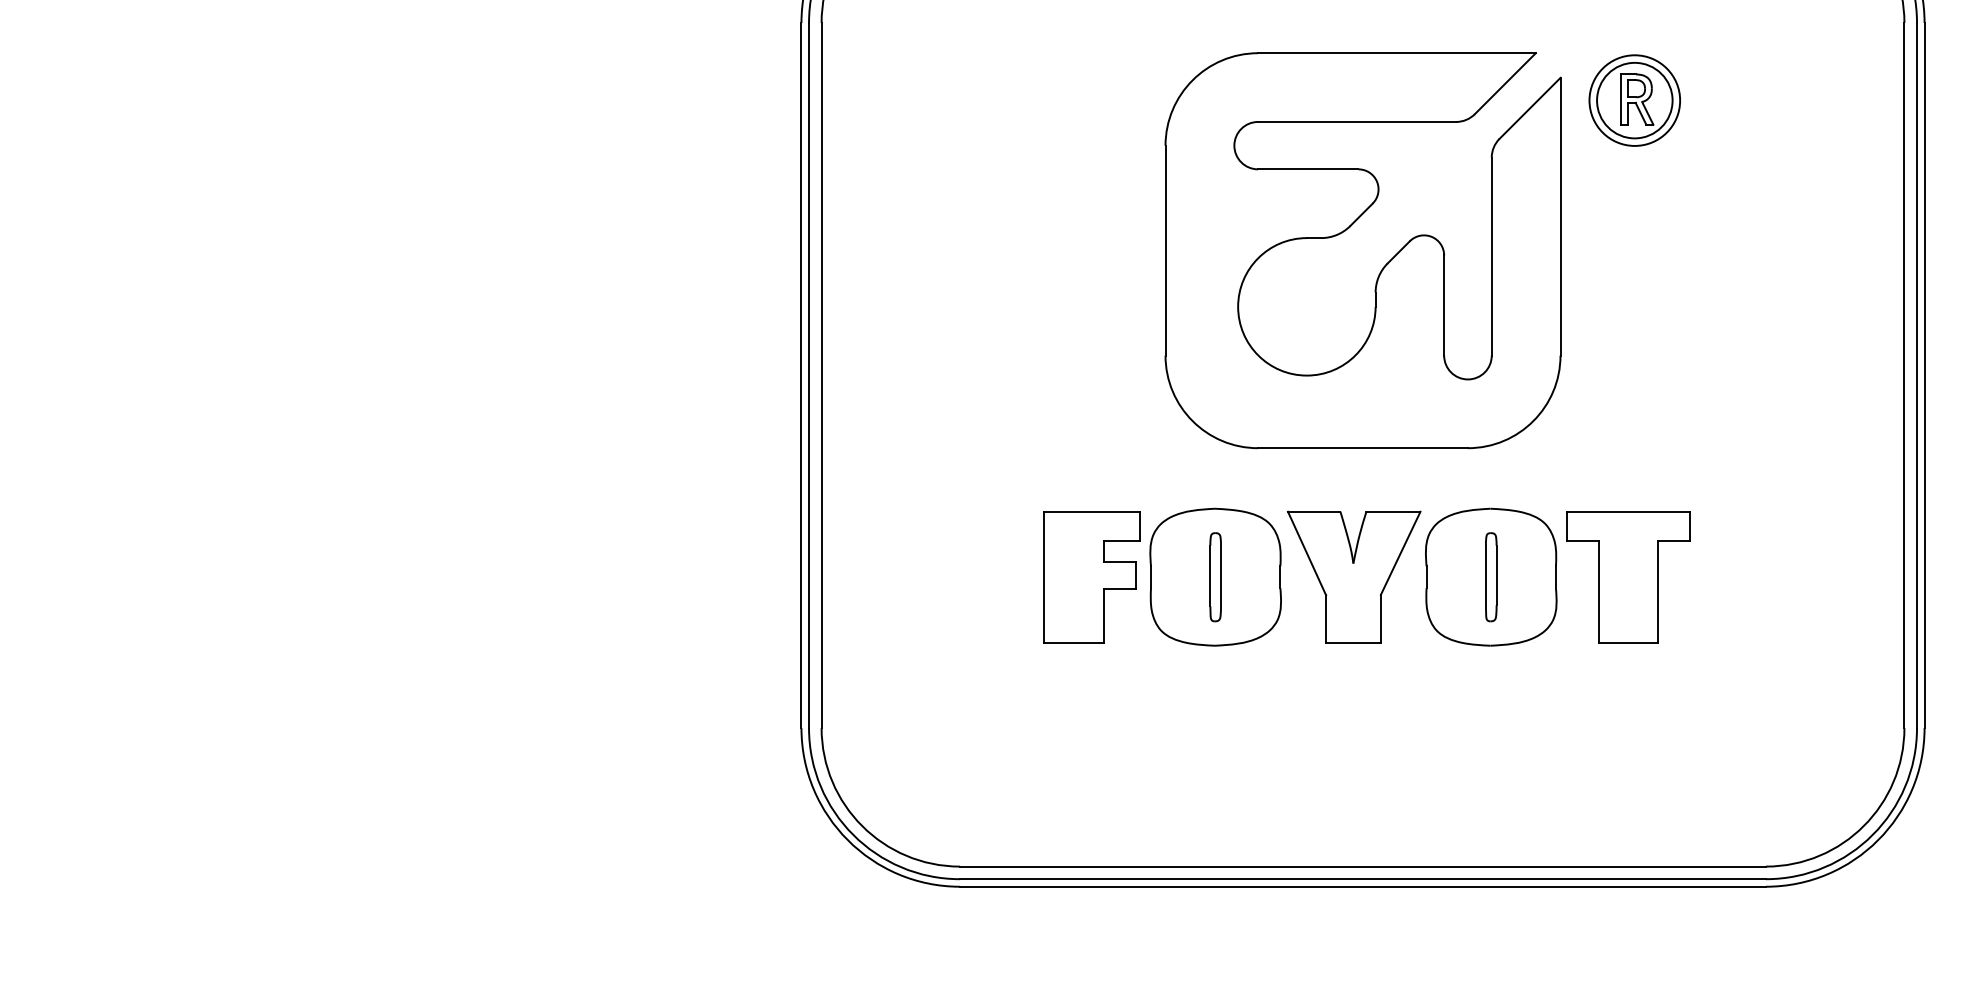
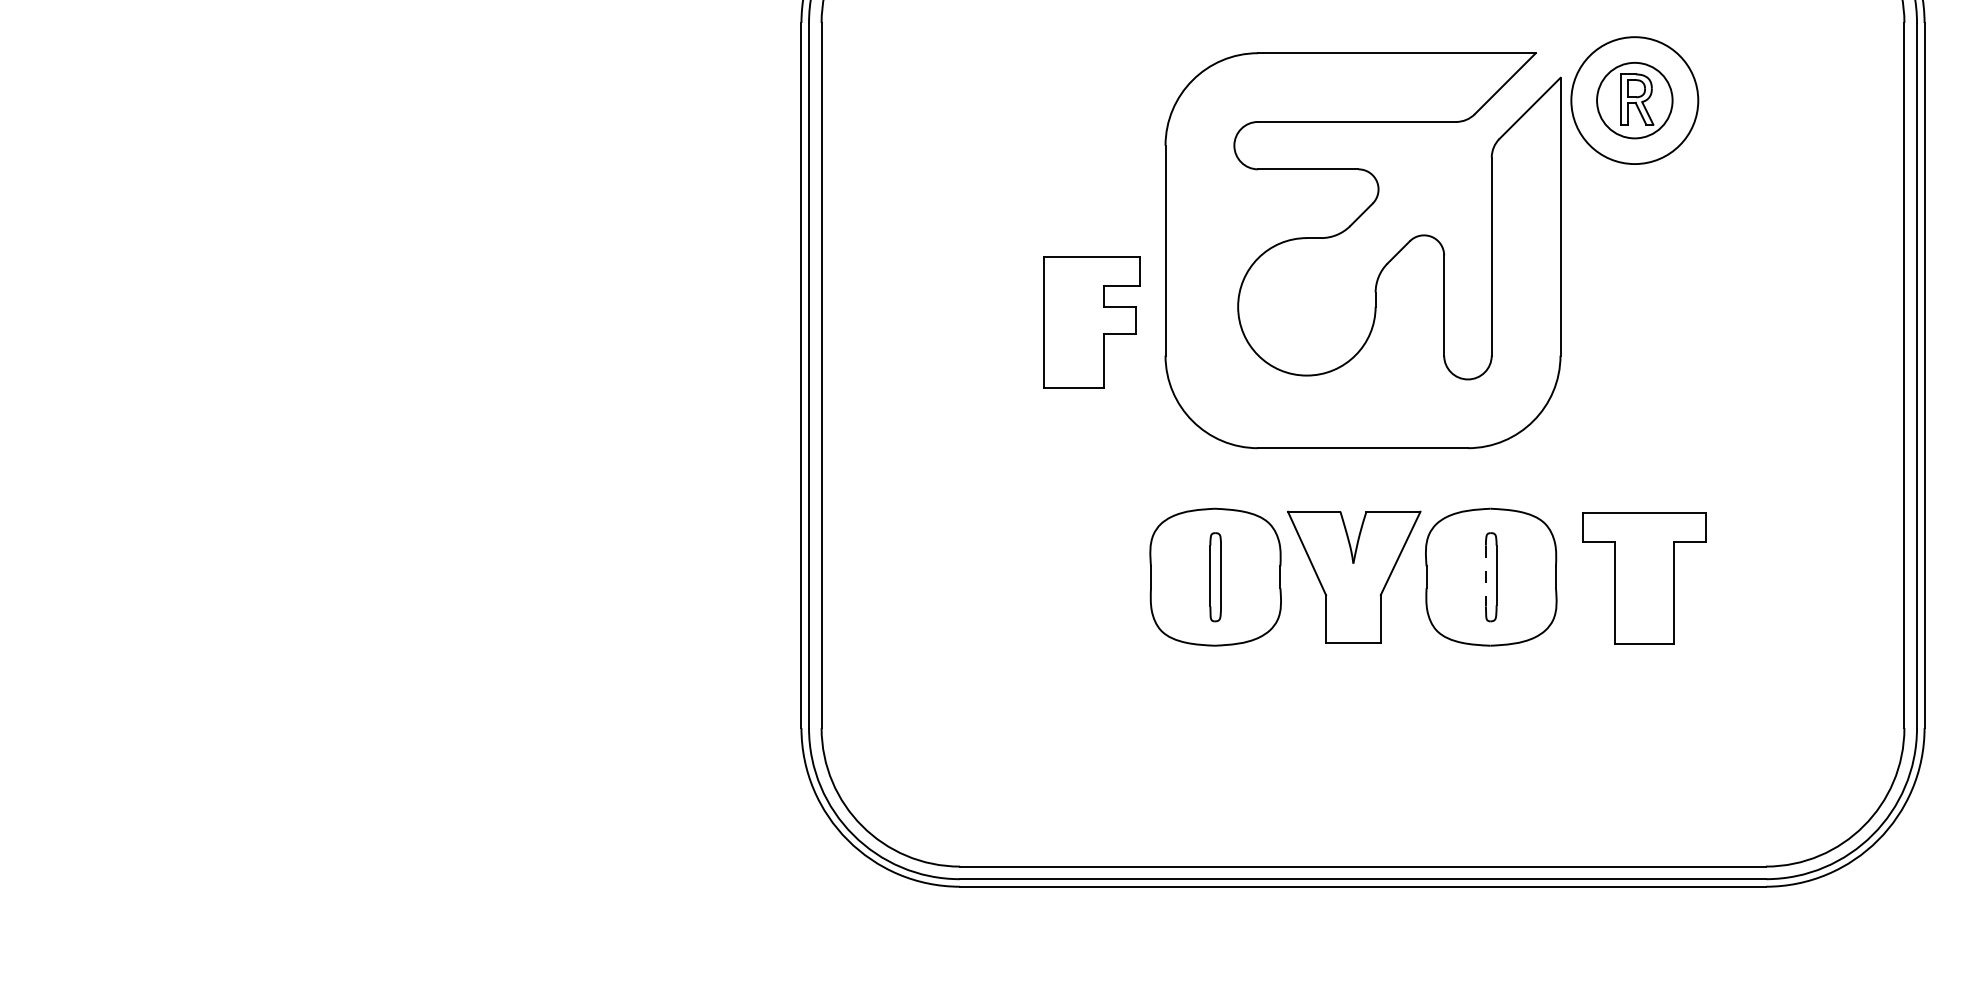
circle at (1634, 100) diameter: 91 px -> 127 px
line at (1485, 576): solid -> dashed
part at (1091, 577) position: (1091, 577) -> (1091, 322)
part at (1628, 577) position: (1628, 577) -> (1644, 578)
